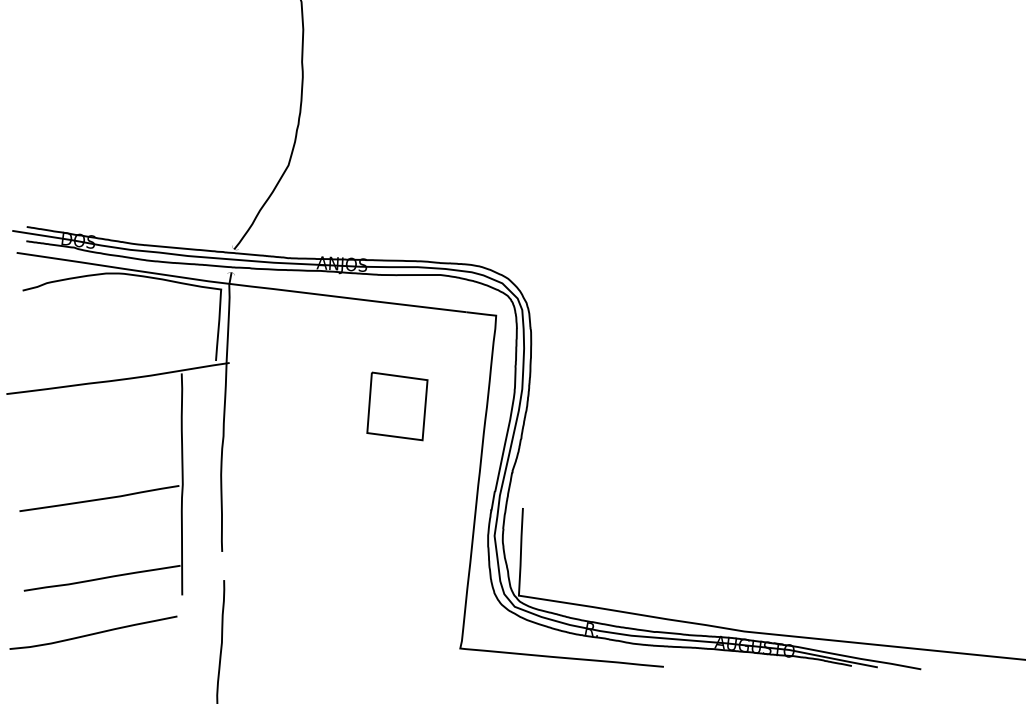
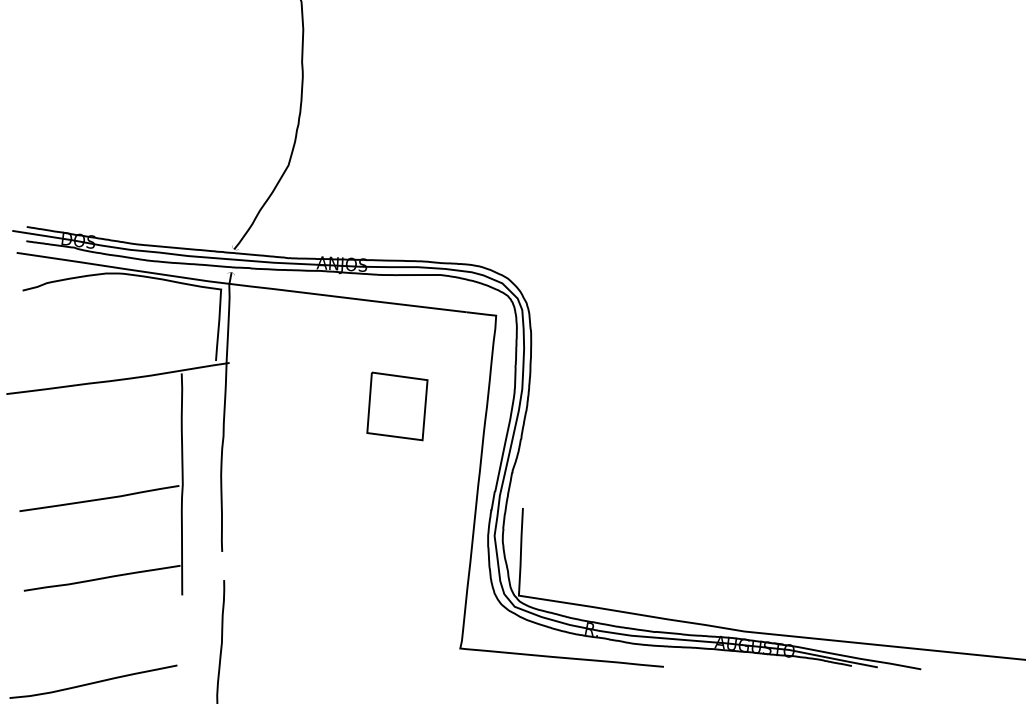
curve at (94, 632) position: (94, 632) -> (94, 681)
